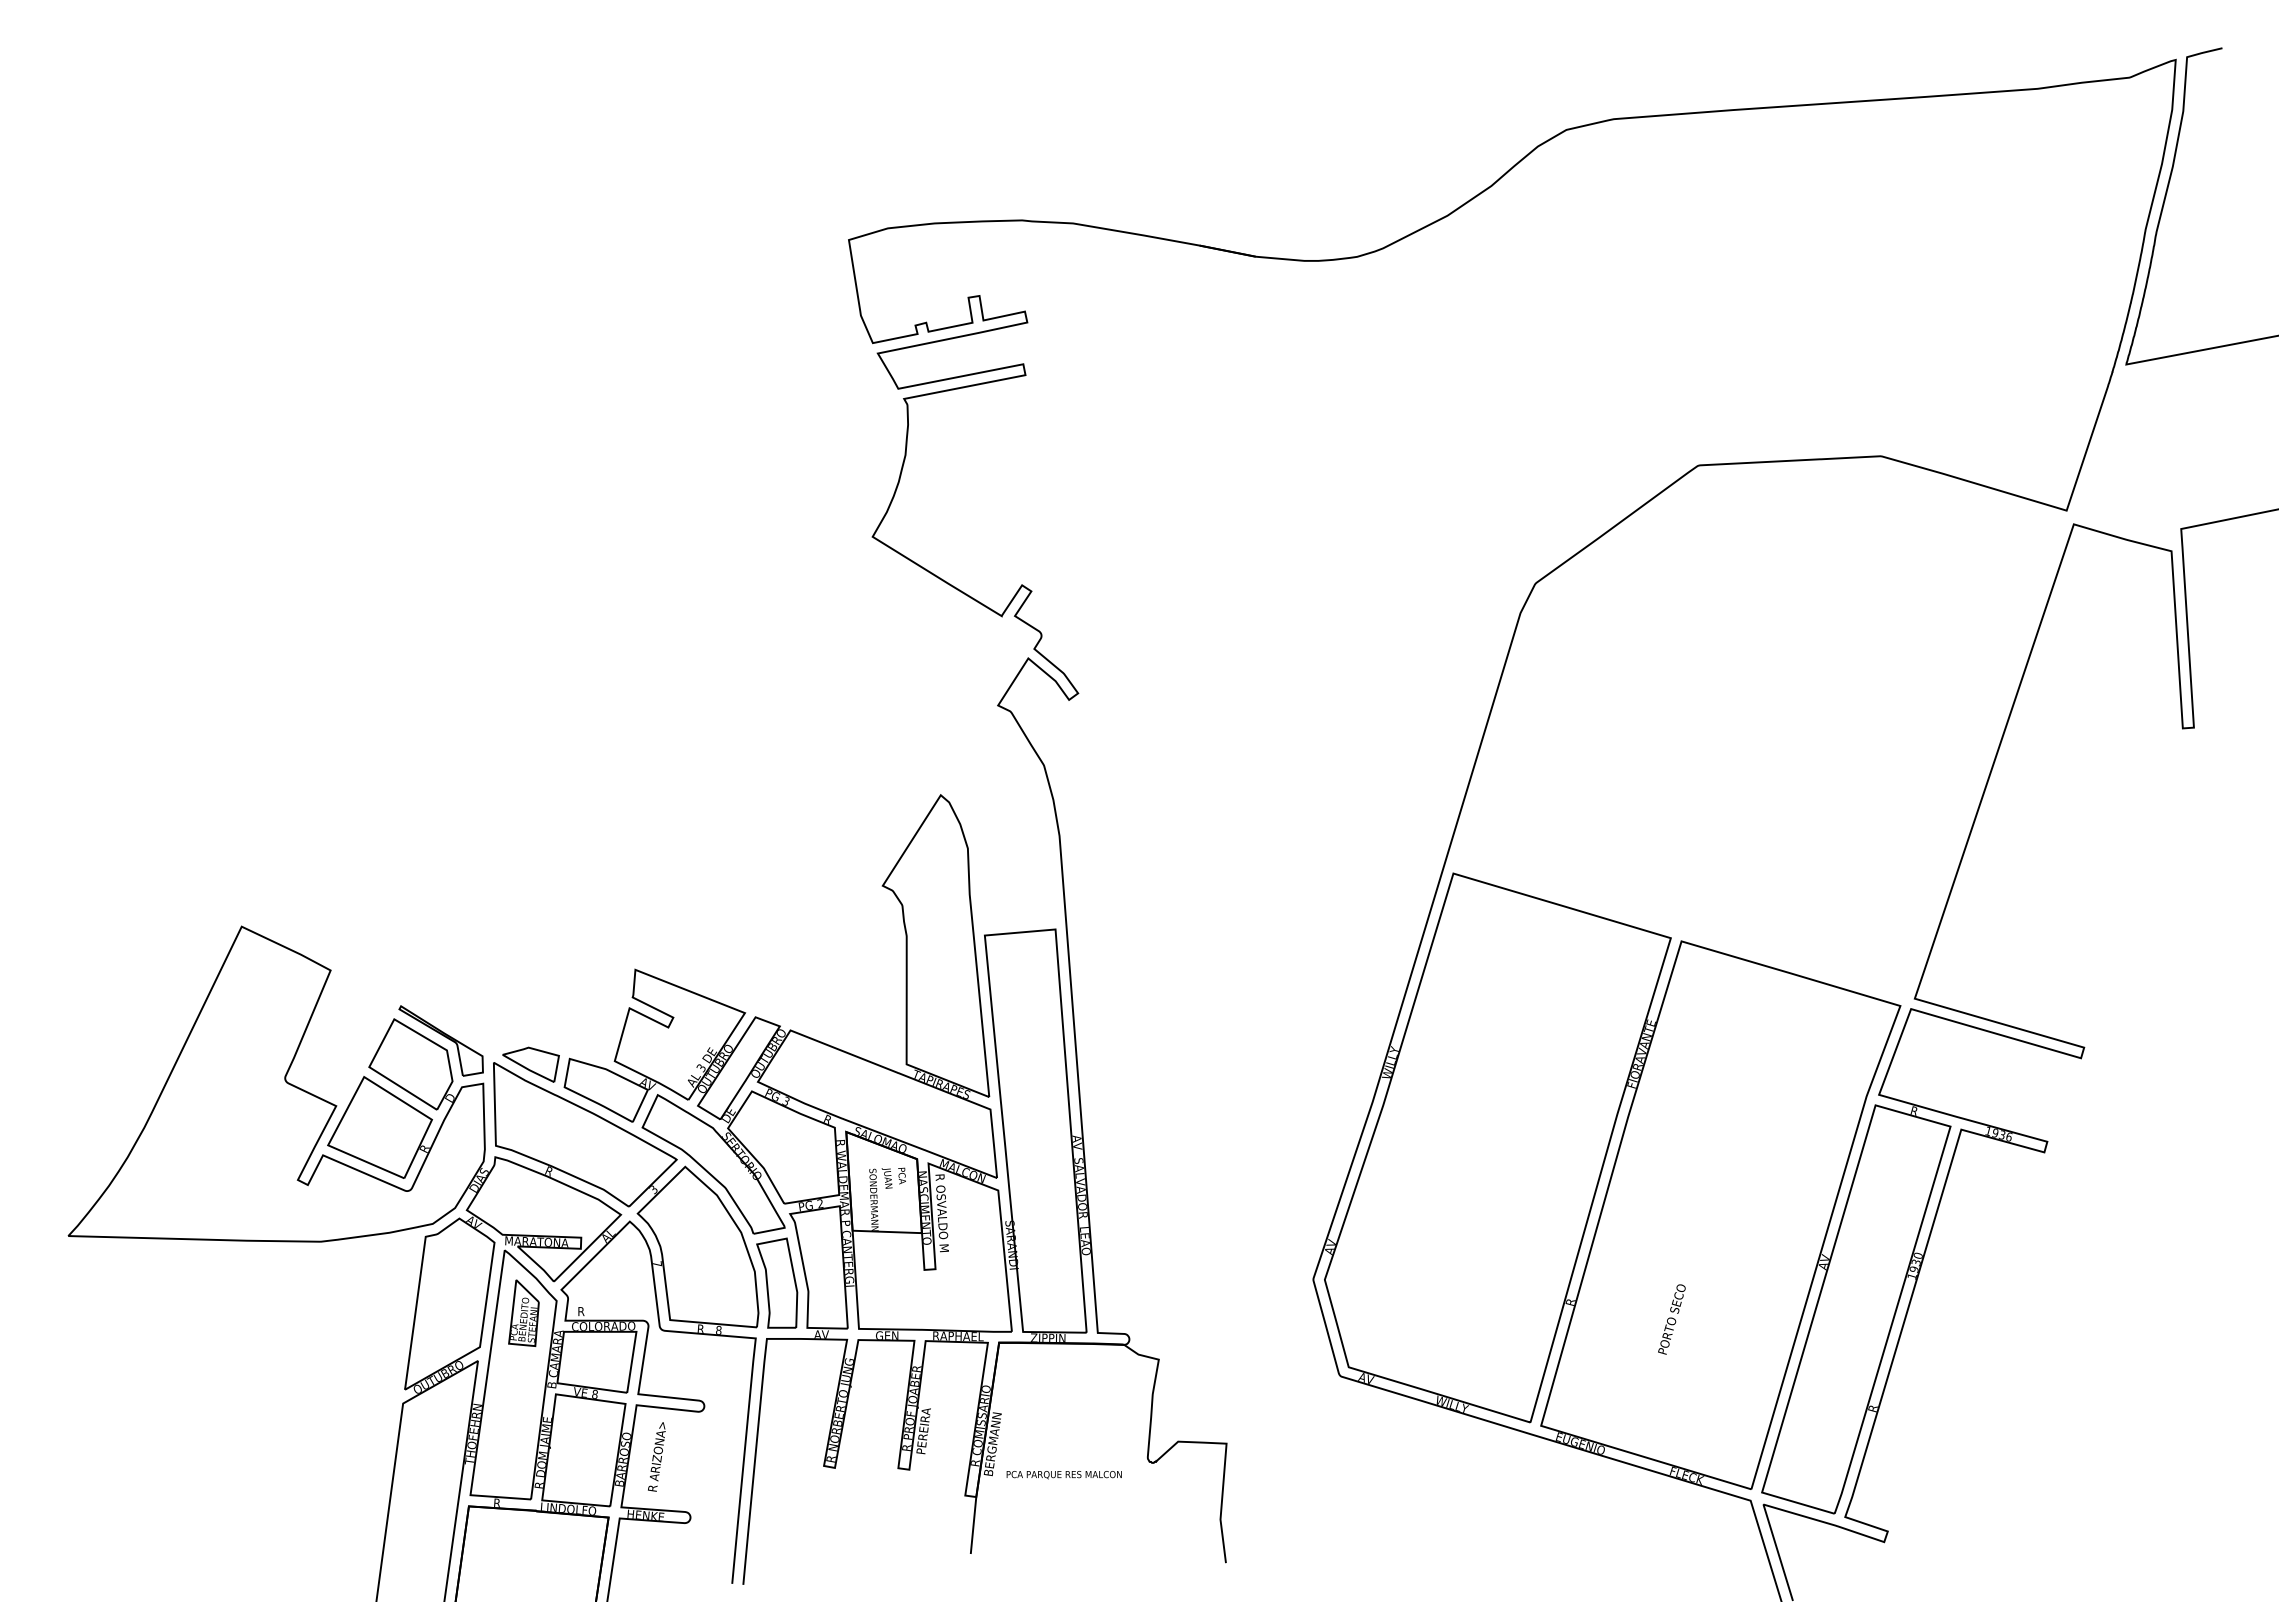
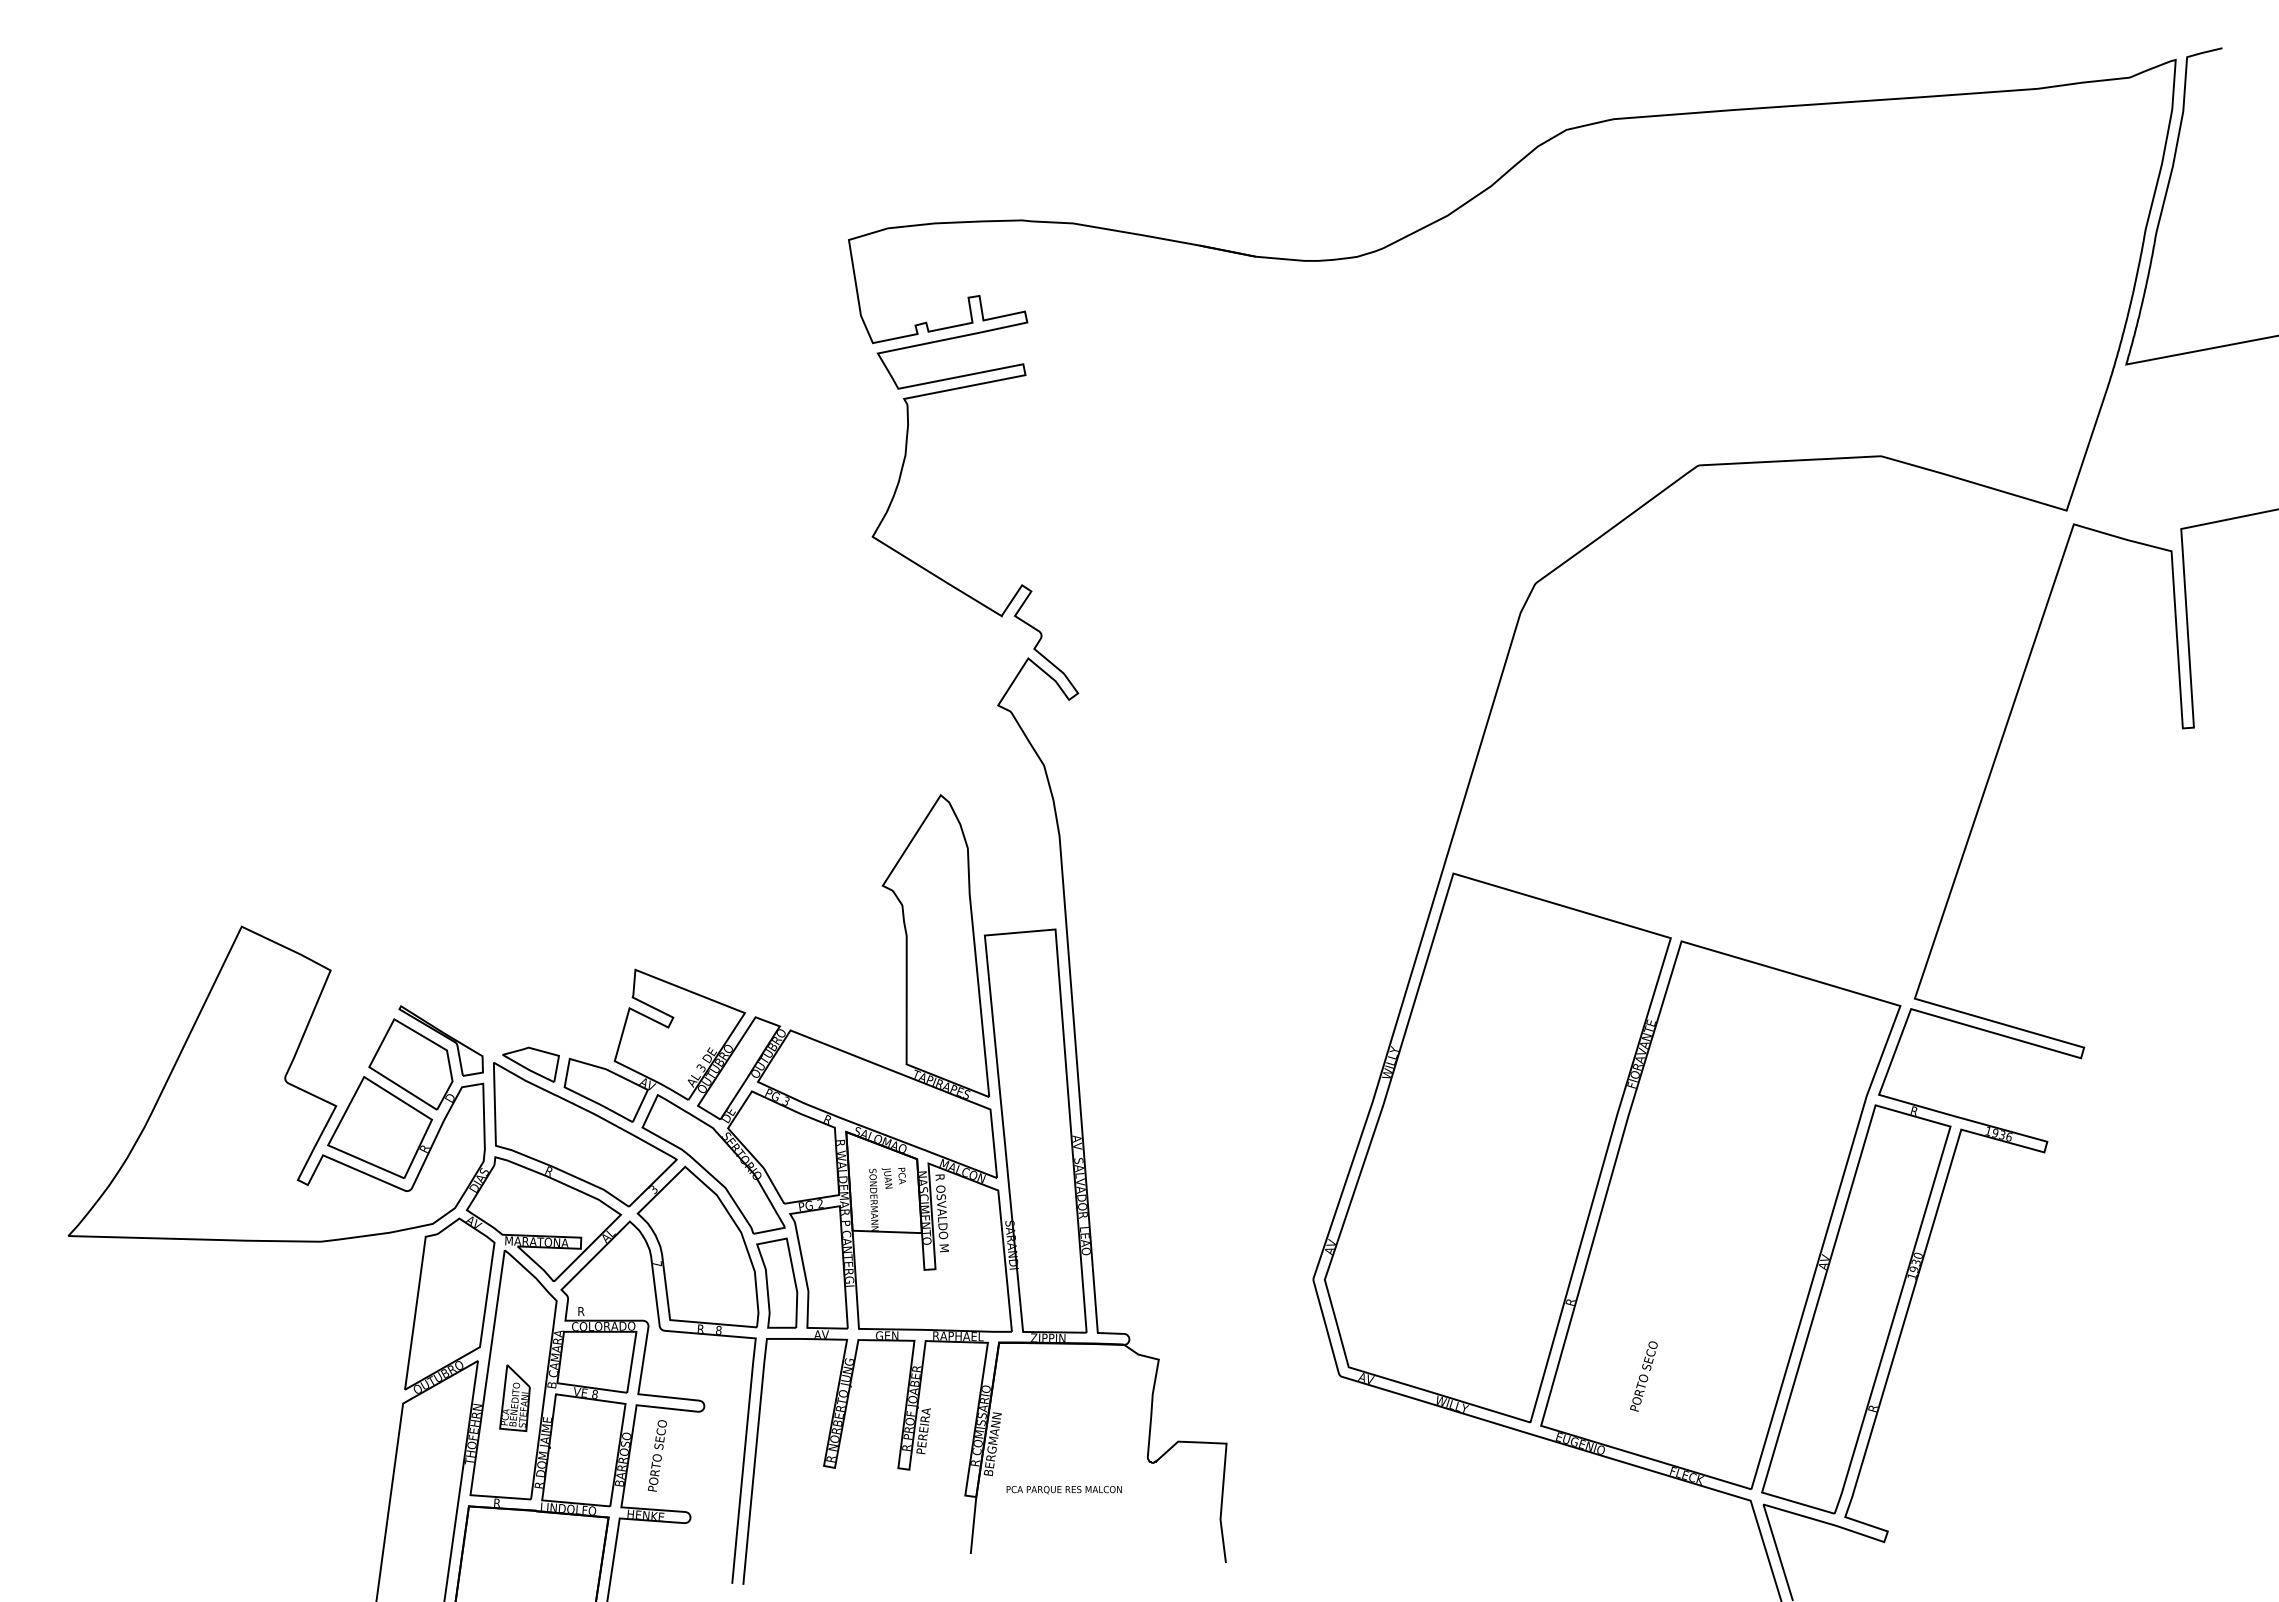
part at (523, 1312) position: (523, 1312) -> (514, 1397)
text at (1671, 1319) position: (1671, 1319) -> (1643, 1376)
text at (657, 1454): R ARIZONA> -> PORTO SECO
text at (1063, 1475) position: (1063, 1475) -> (1063, 1490)
